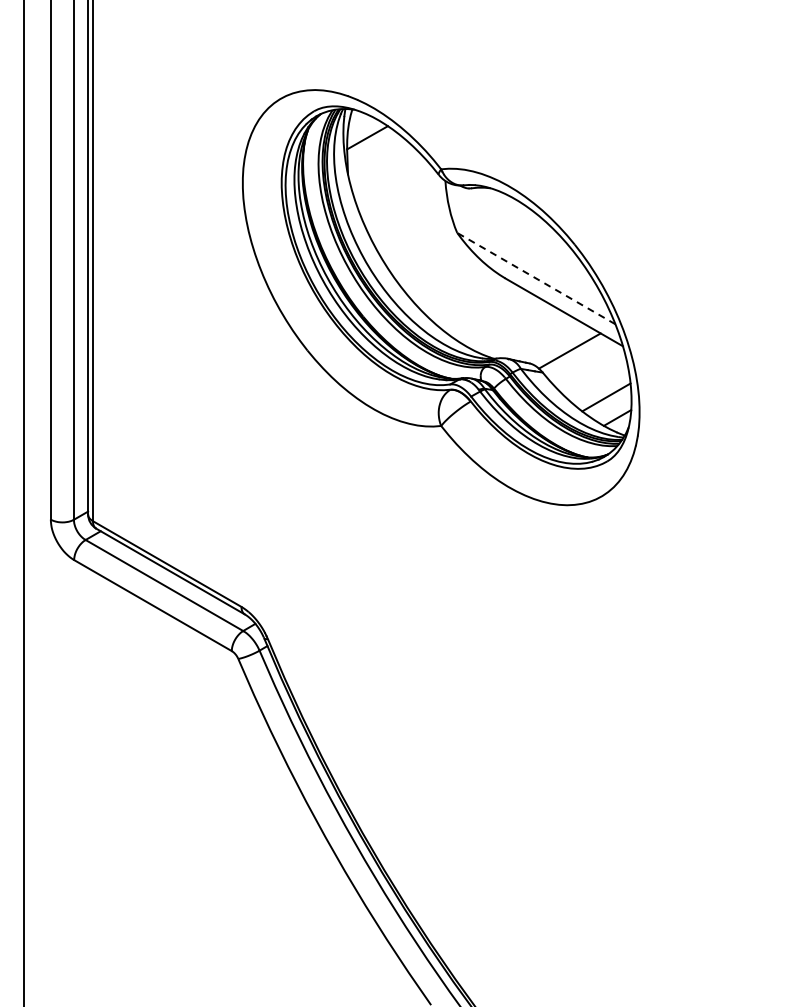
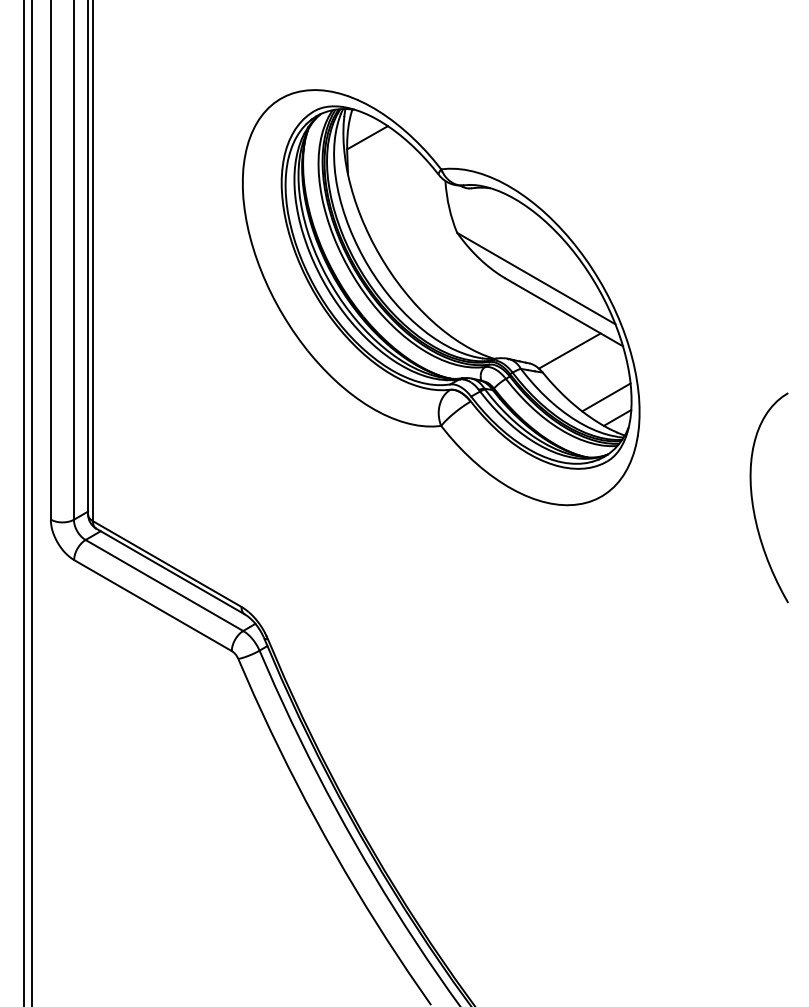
line at (535, 278): dashed -> solid
curve at (753, 500): none -> present
line at (32, 502): none -> present
